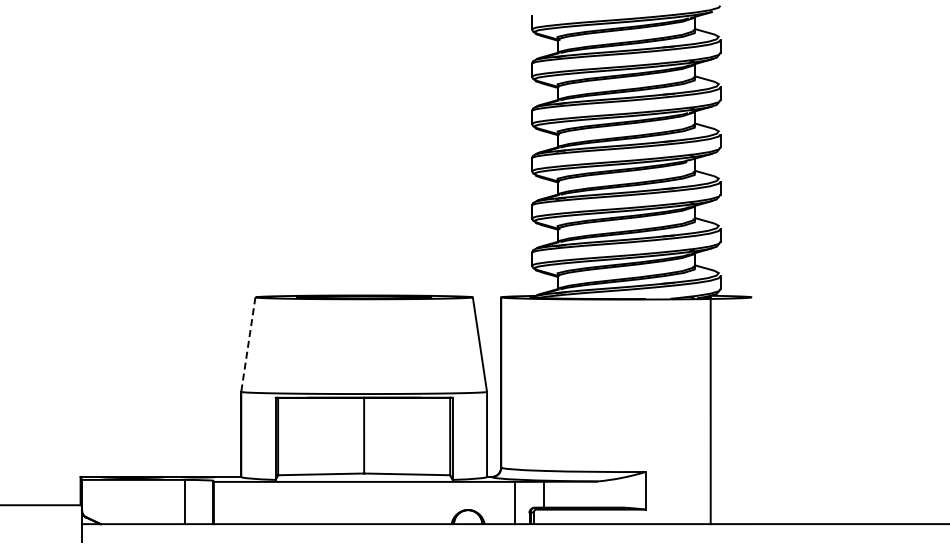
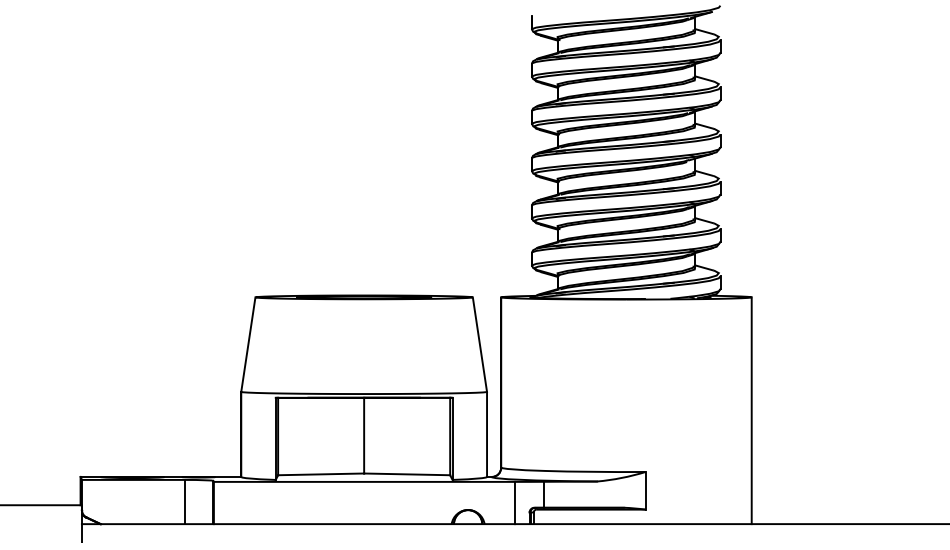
line at (248, 344): dashed -> solid
line at (710, 410) position: (710, 410) -> (751, 410)
